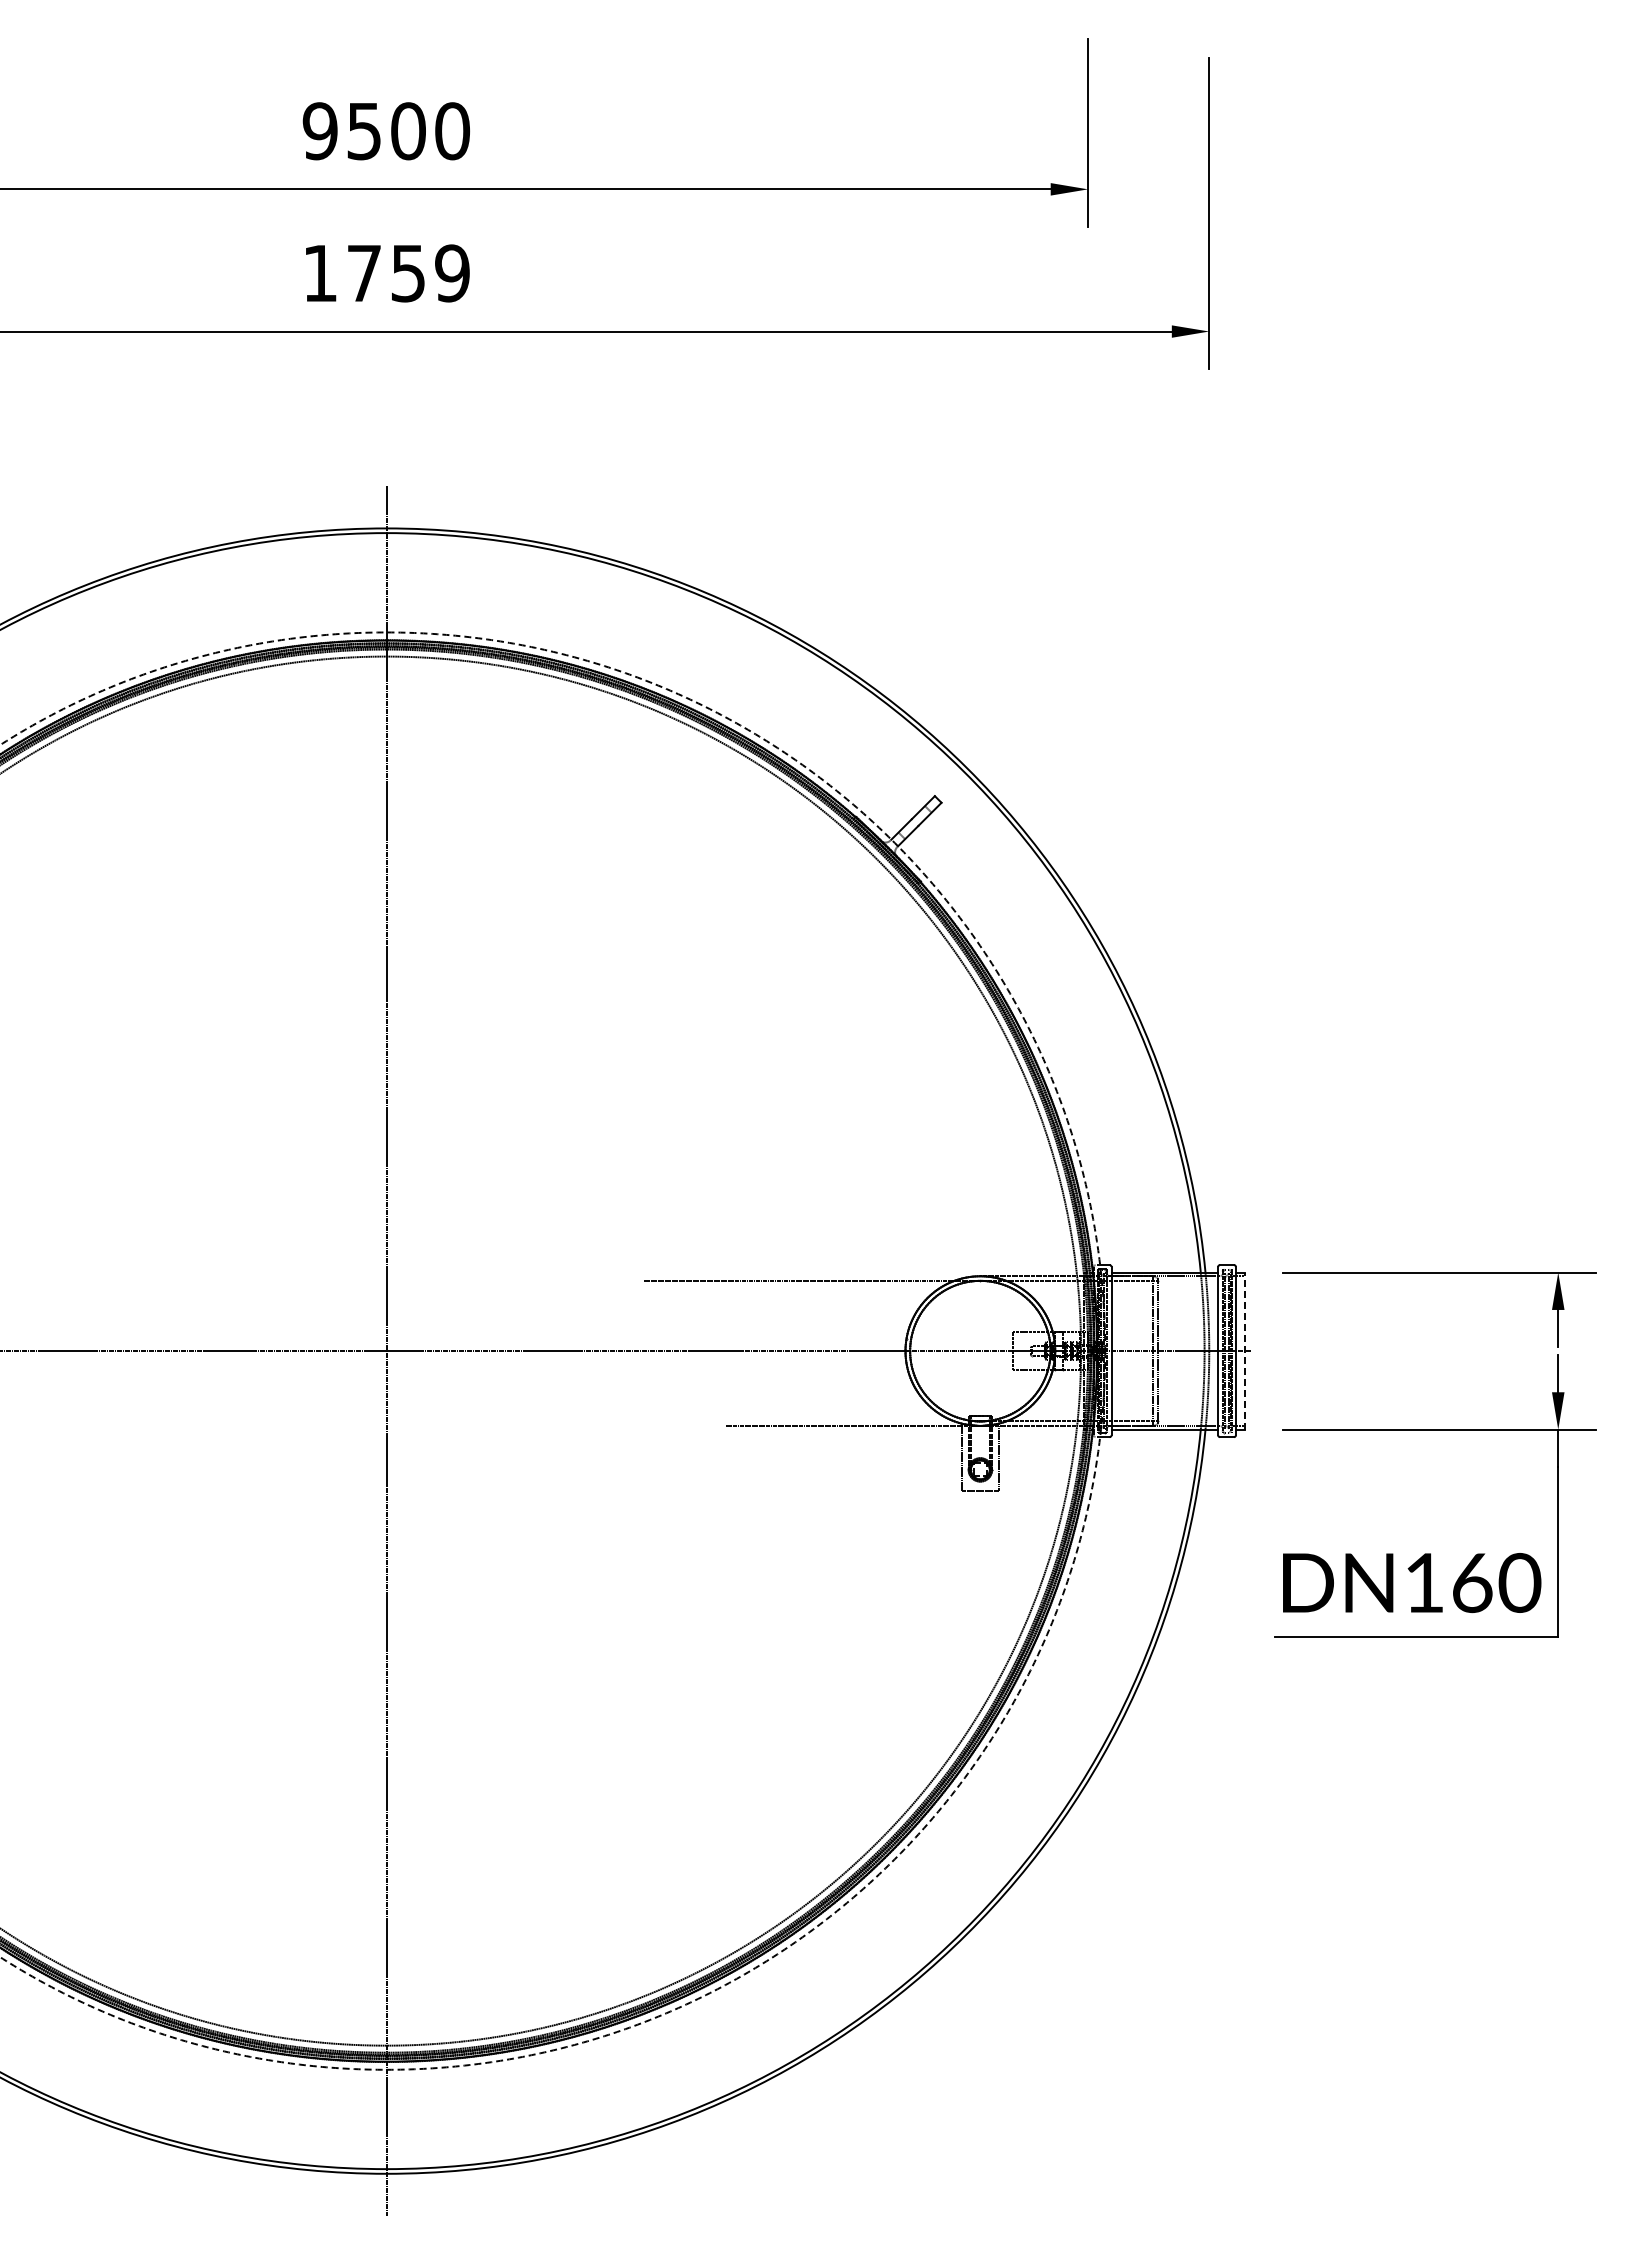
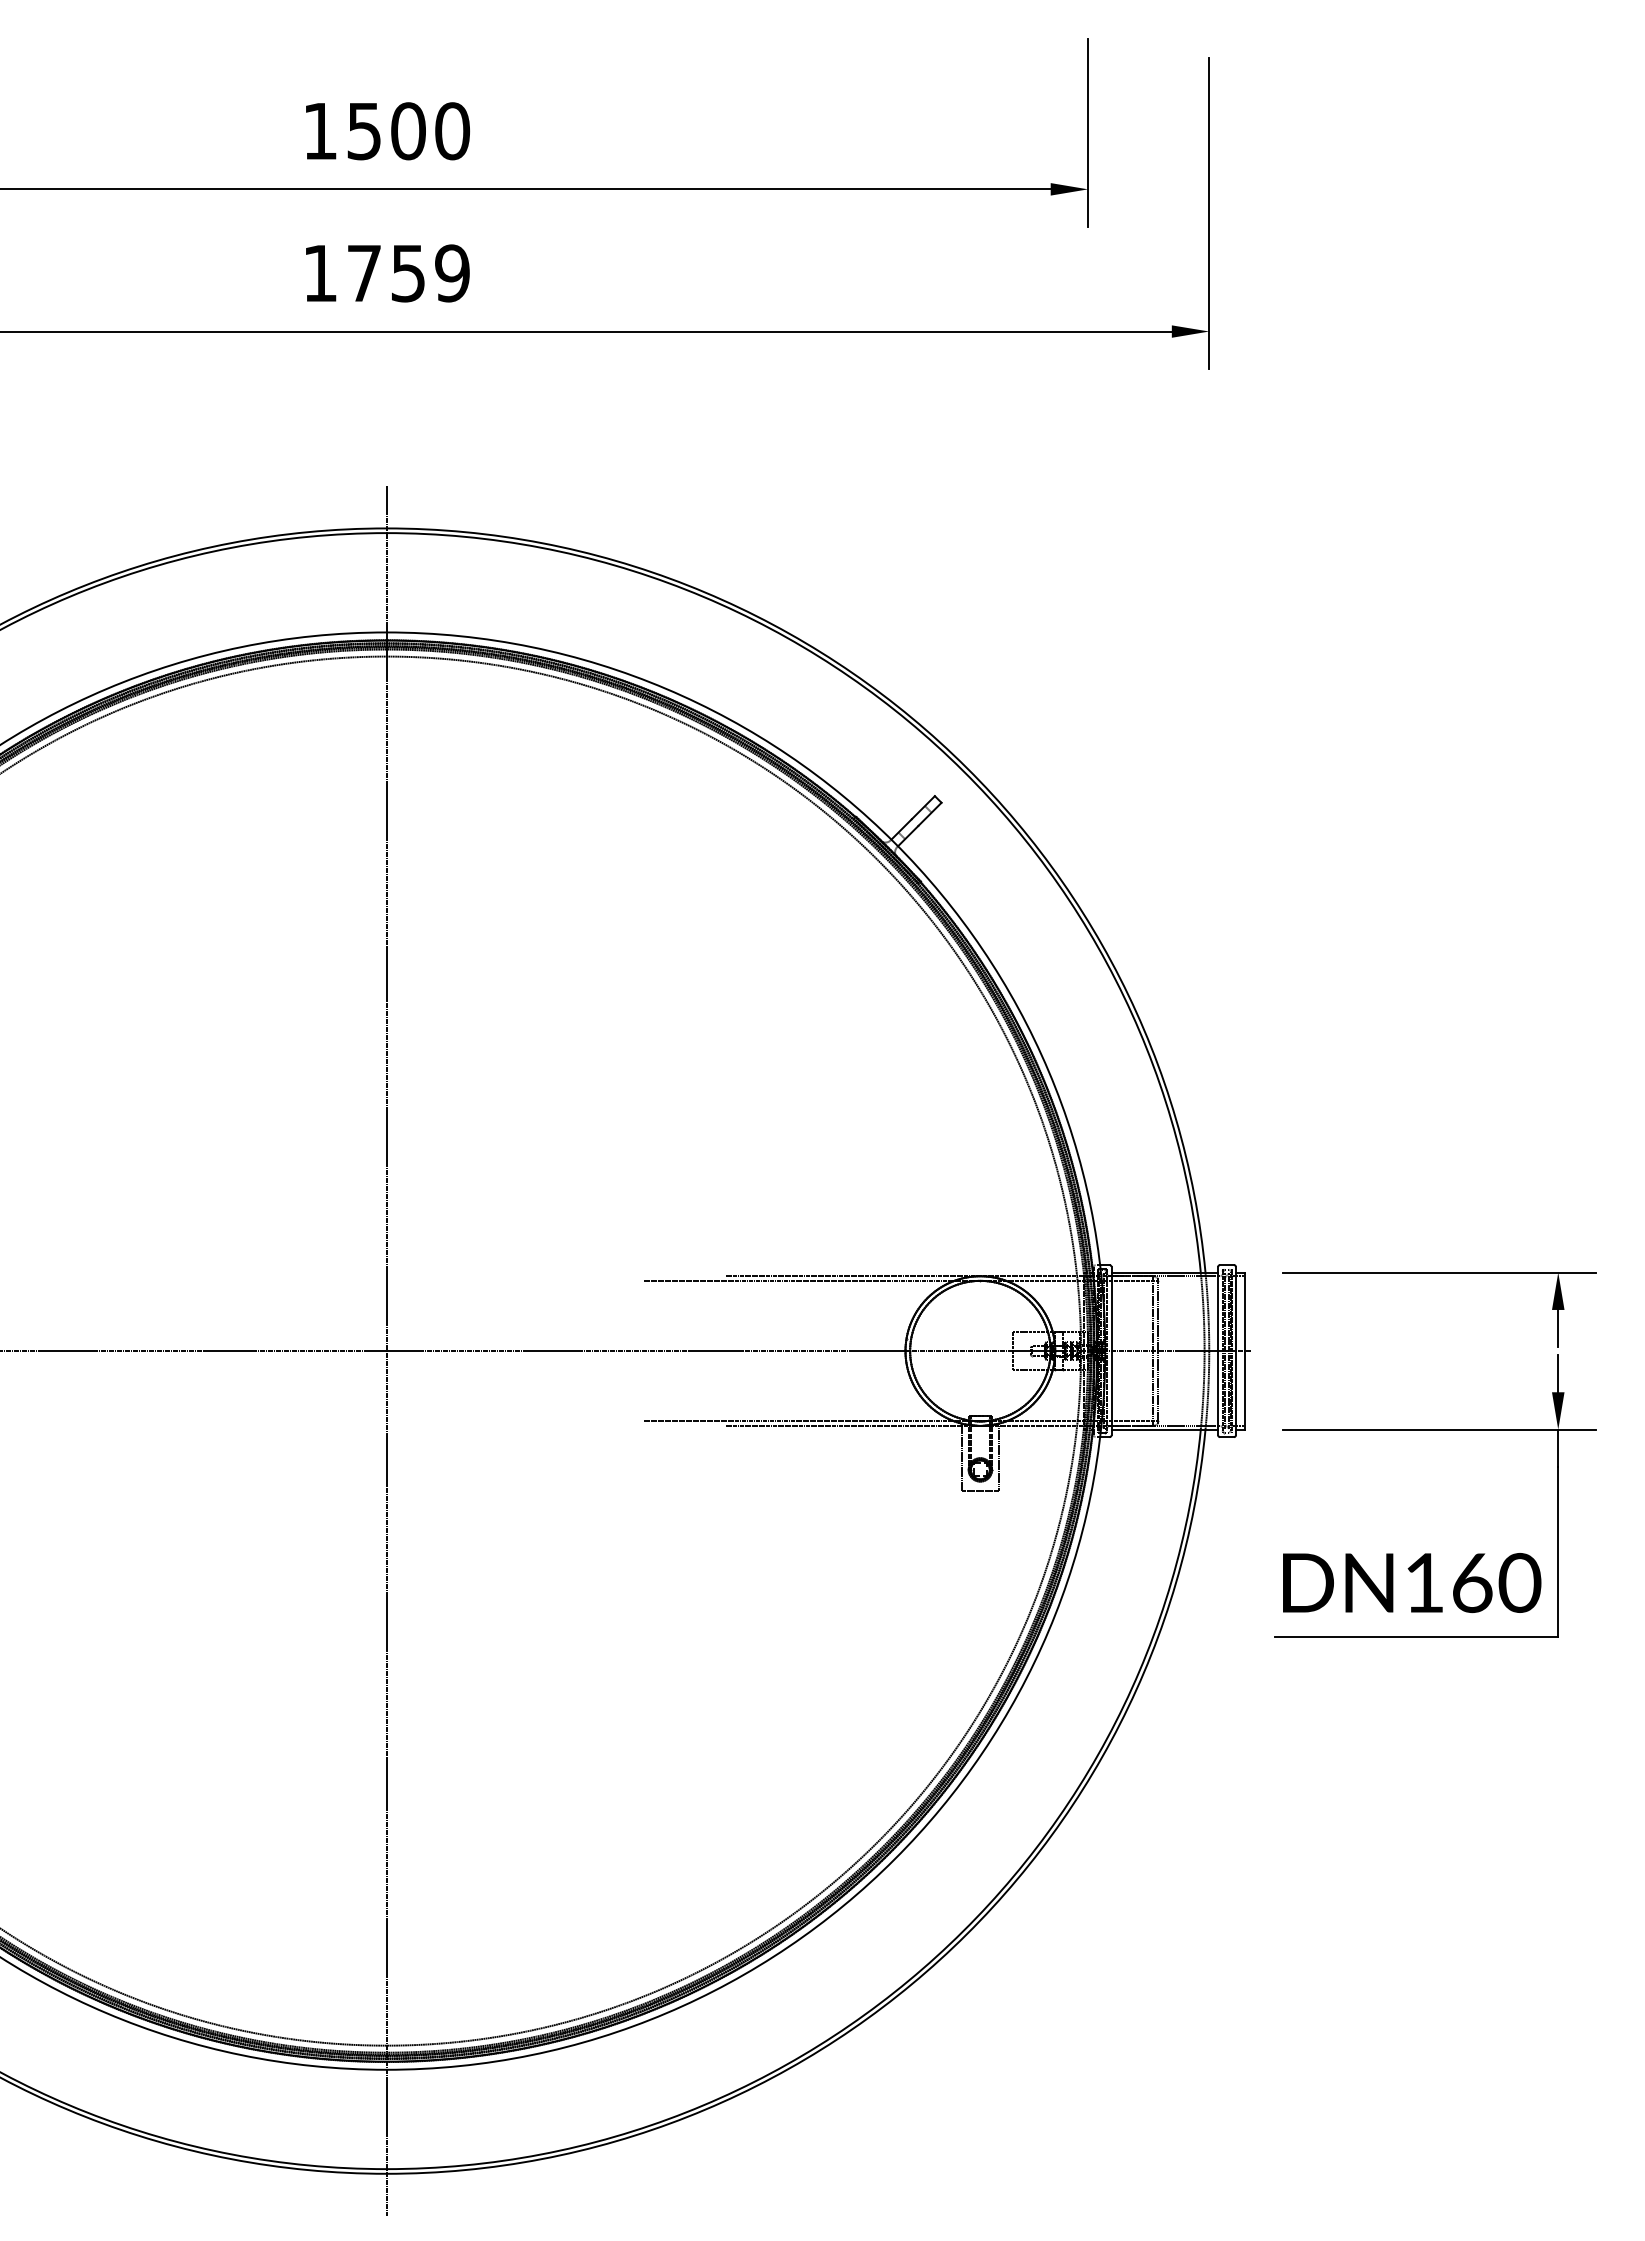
text at (319, 131): 9500 -> 1500
line at (852, 1276): none -> present
circle at (552, 1350): dashed -> solid
line at (1245, 1351): dashed -> solid
line at (811, 1421): none -> present
